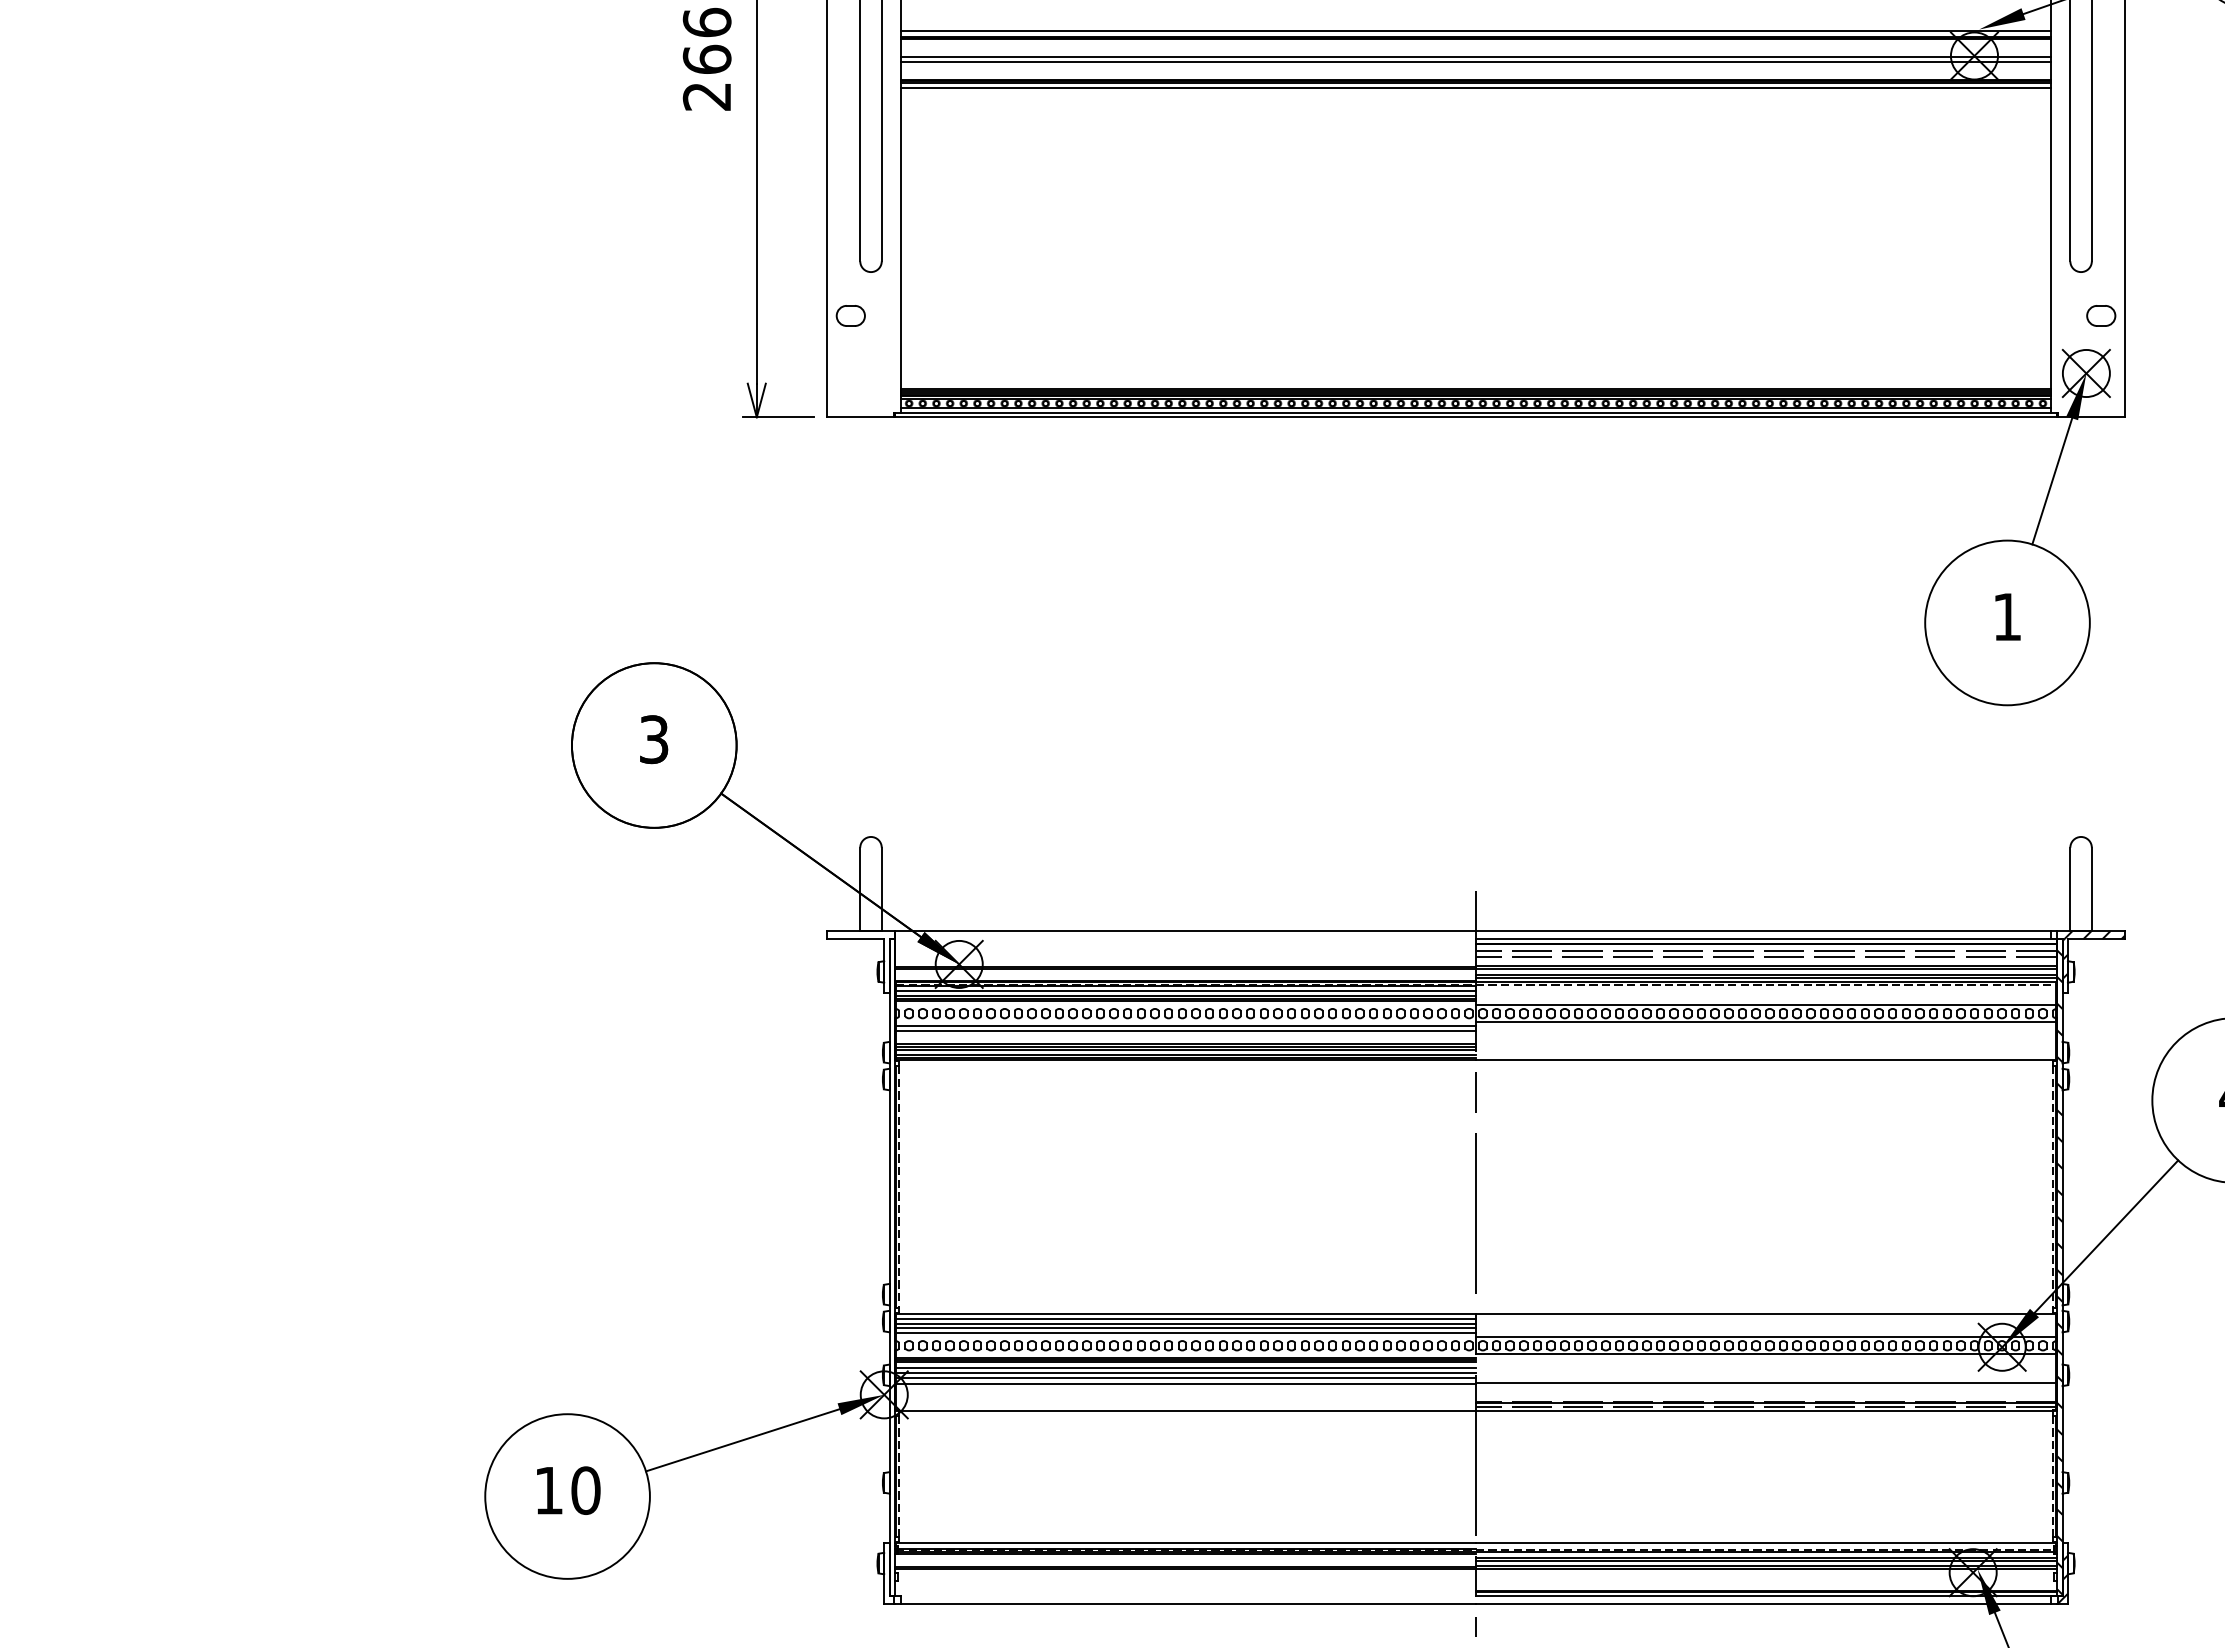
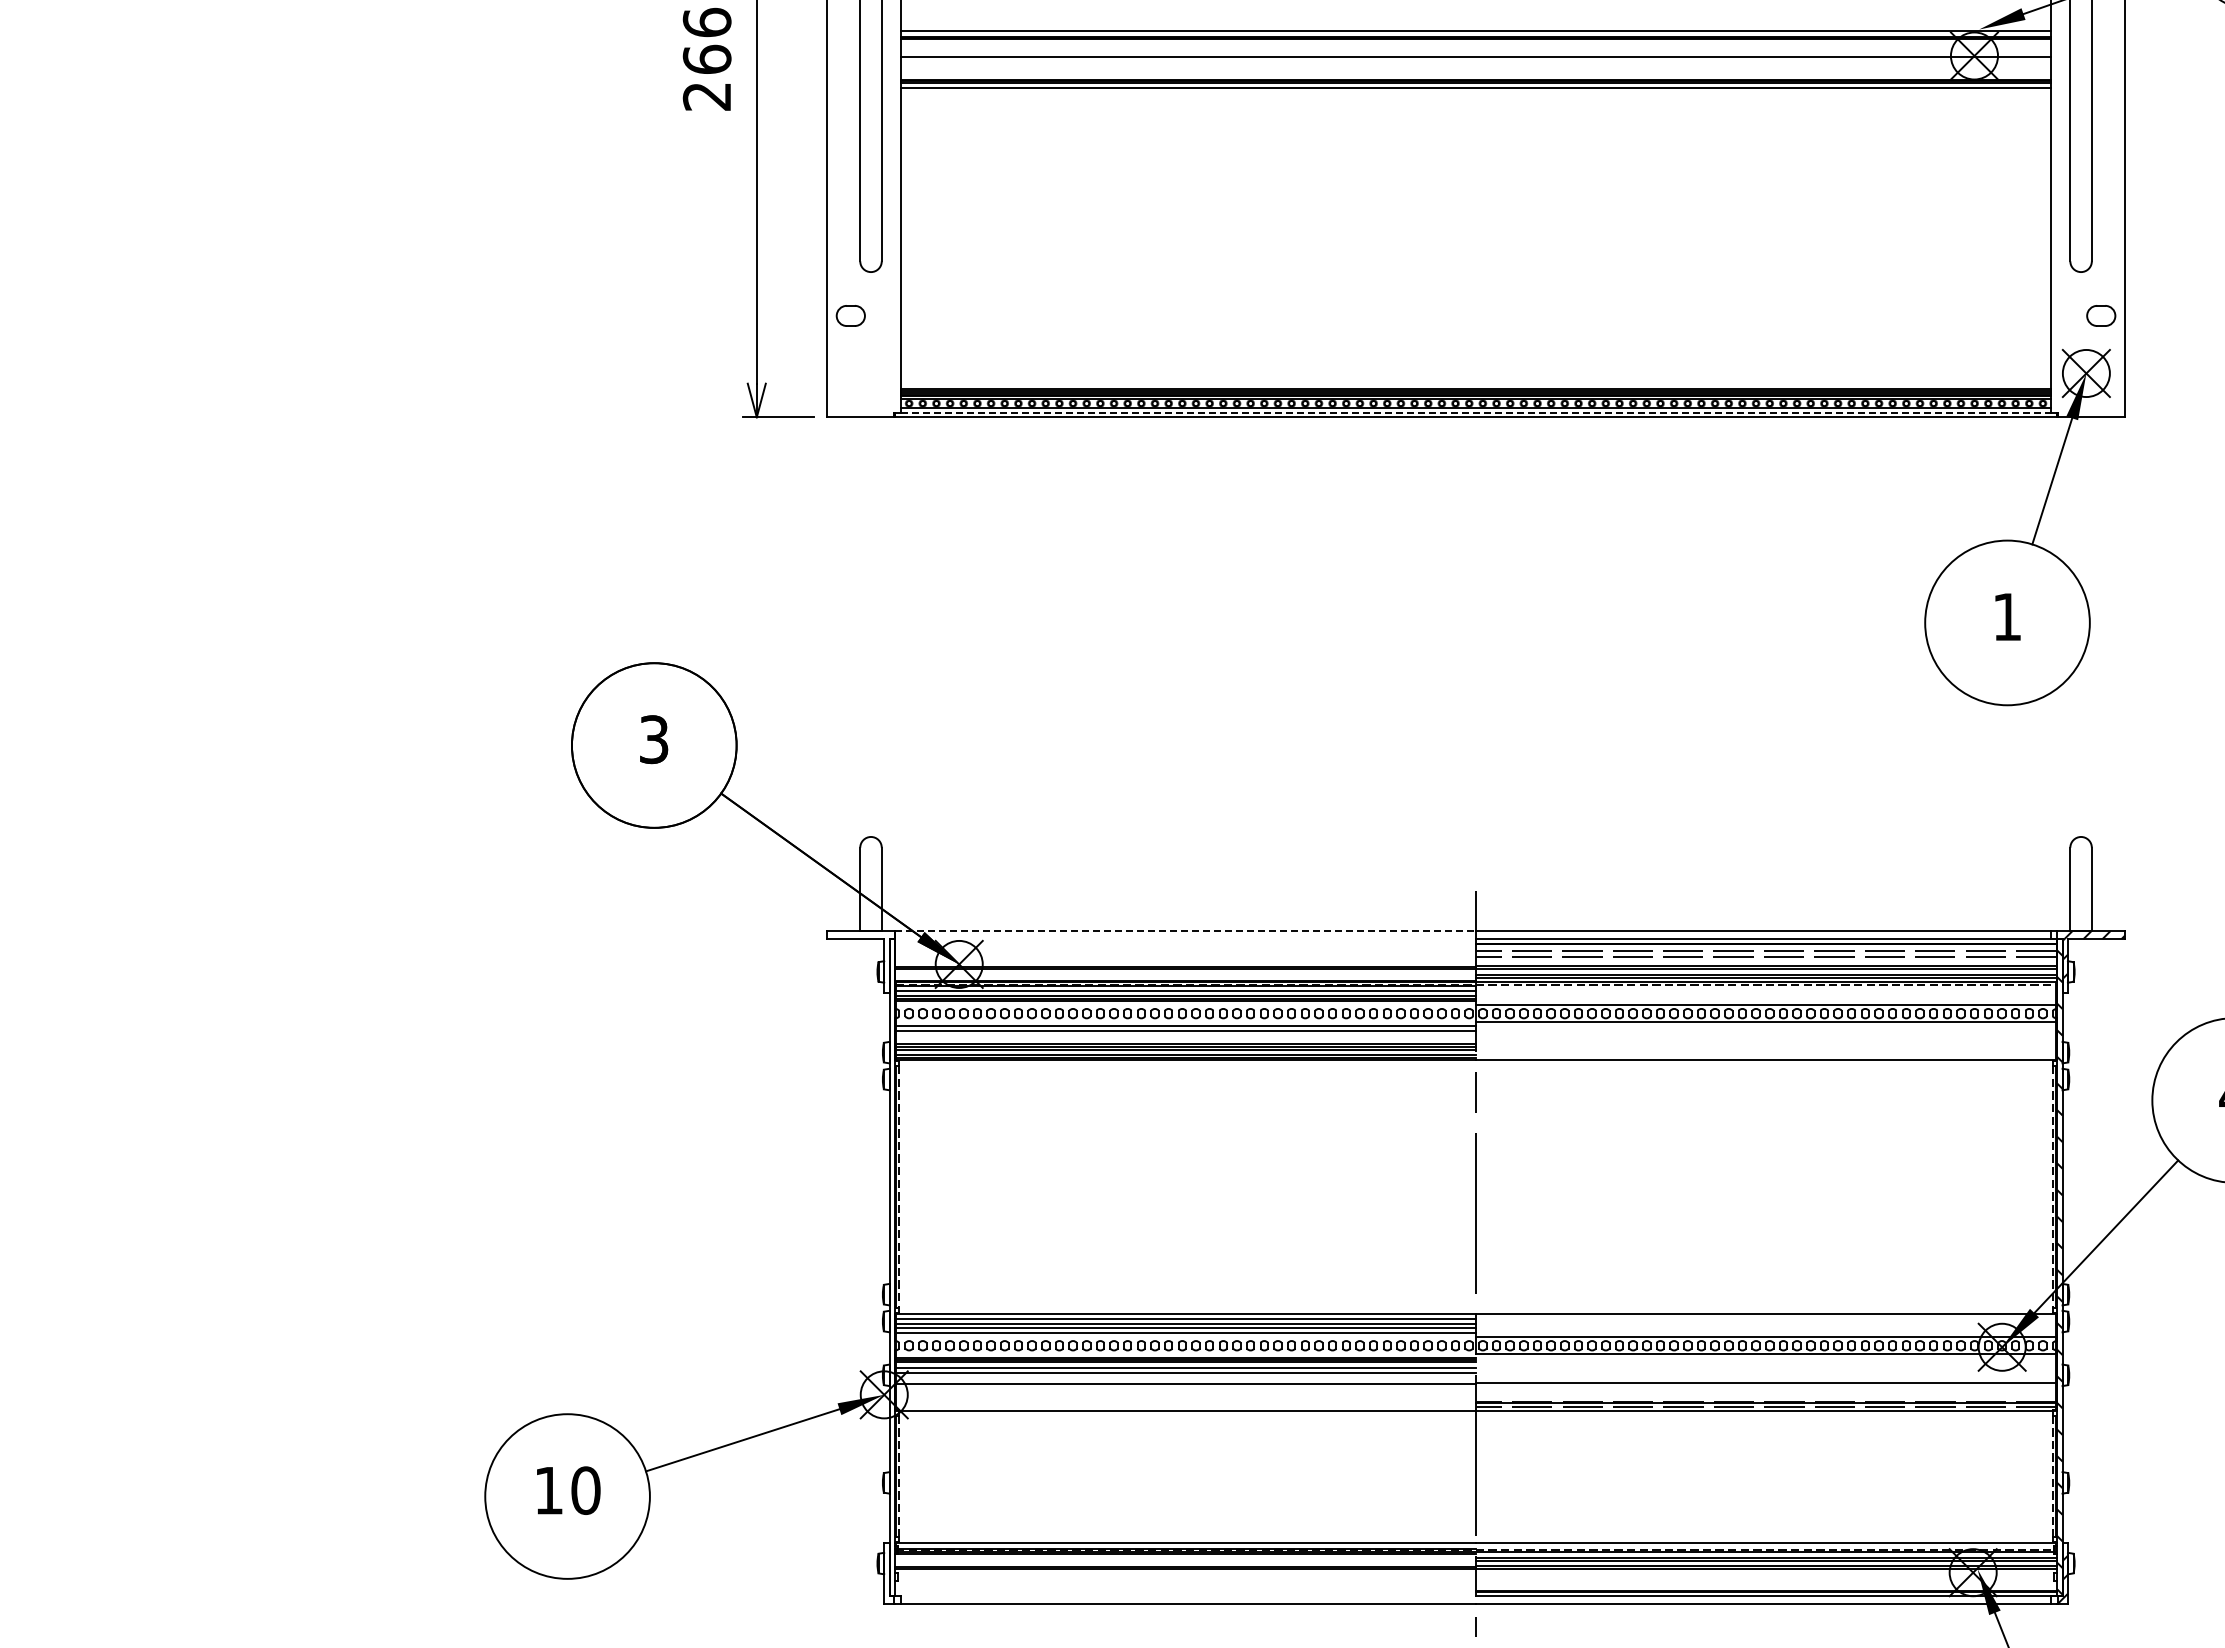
line at (1475, 62): present -> none
line at (1476, 412): solid -> dashed
line at (1186, 931): solid -> dashed
line at (1185, 1378): present -> none
